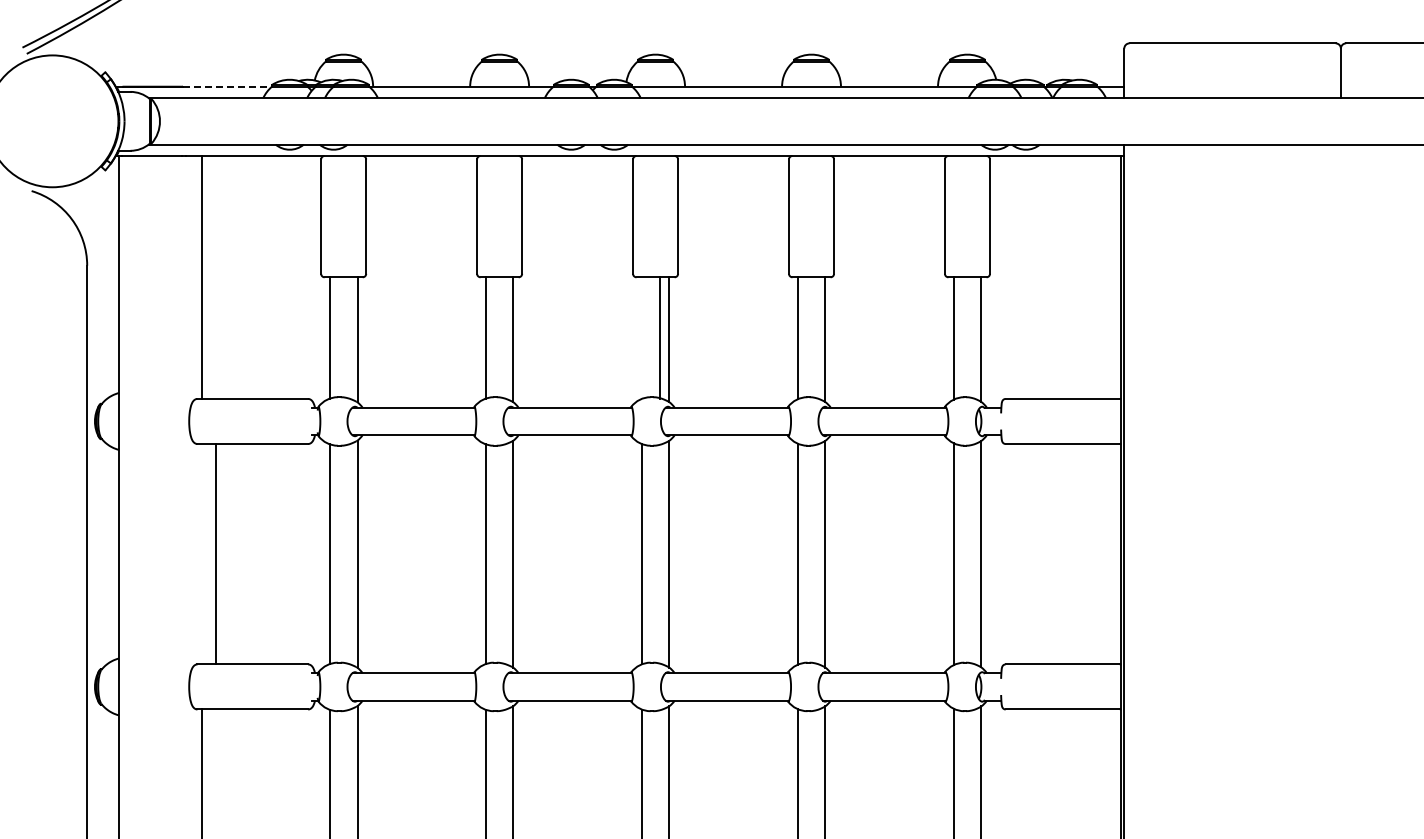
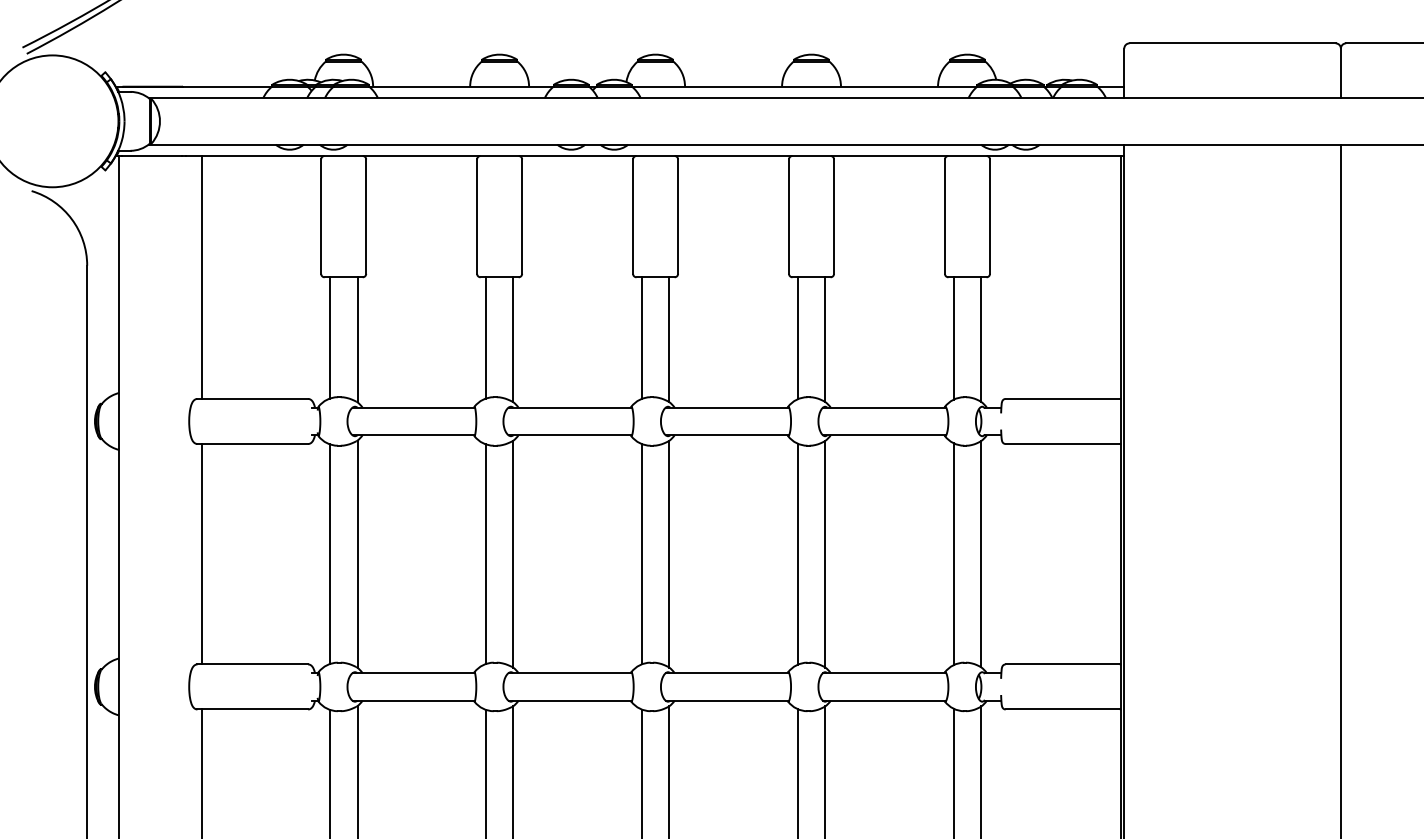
line at (228, 86): dashed -> solid
line at (659, 337) position: (659, 337) -> (641, 337)
line at (1340, 489): none -> present
line at (216, 554) position: (216, 554) -> (202, 554)
